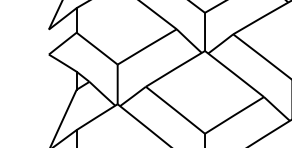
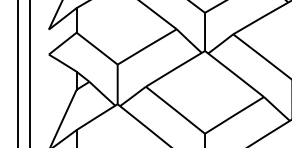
line at (17, 73): none -> present
line at (30, 73): none -> present
